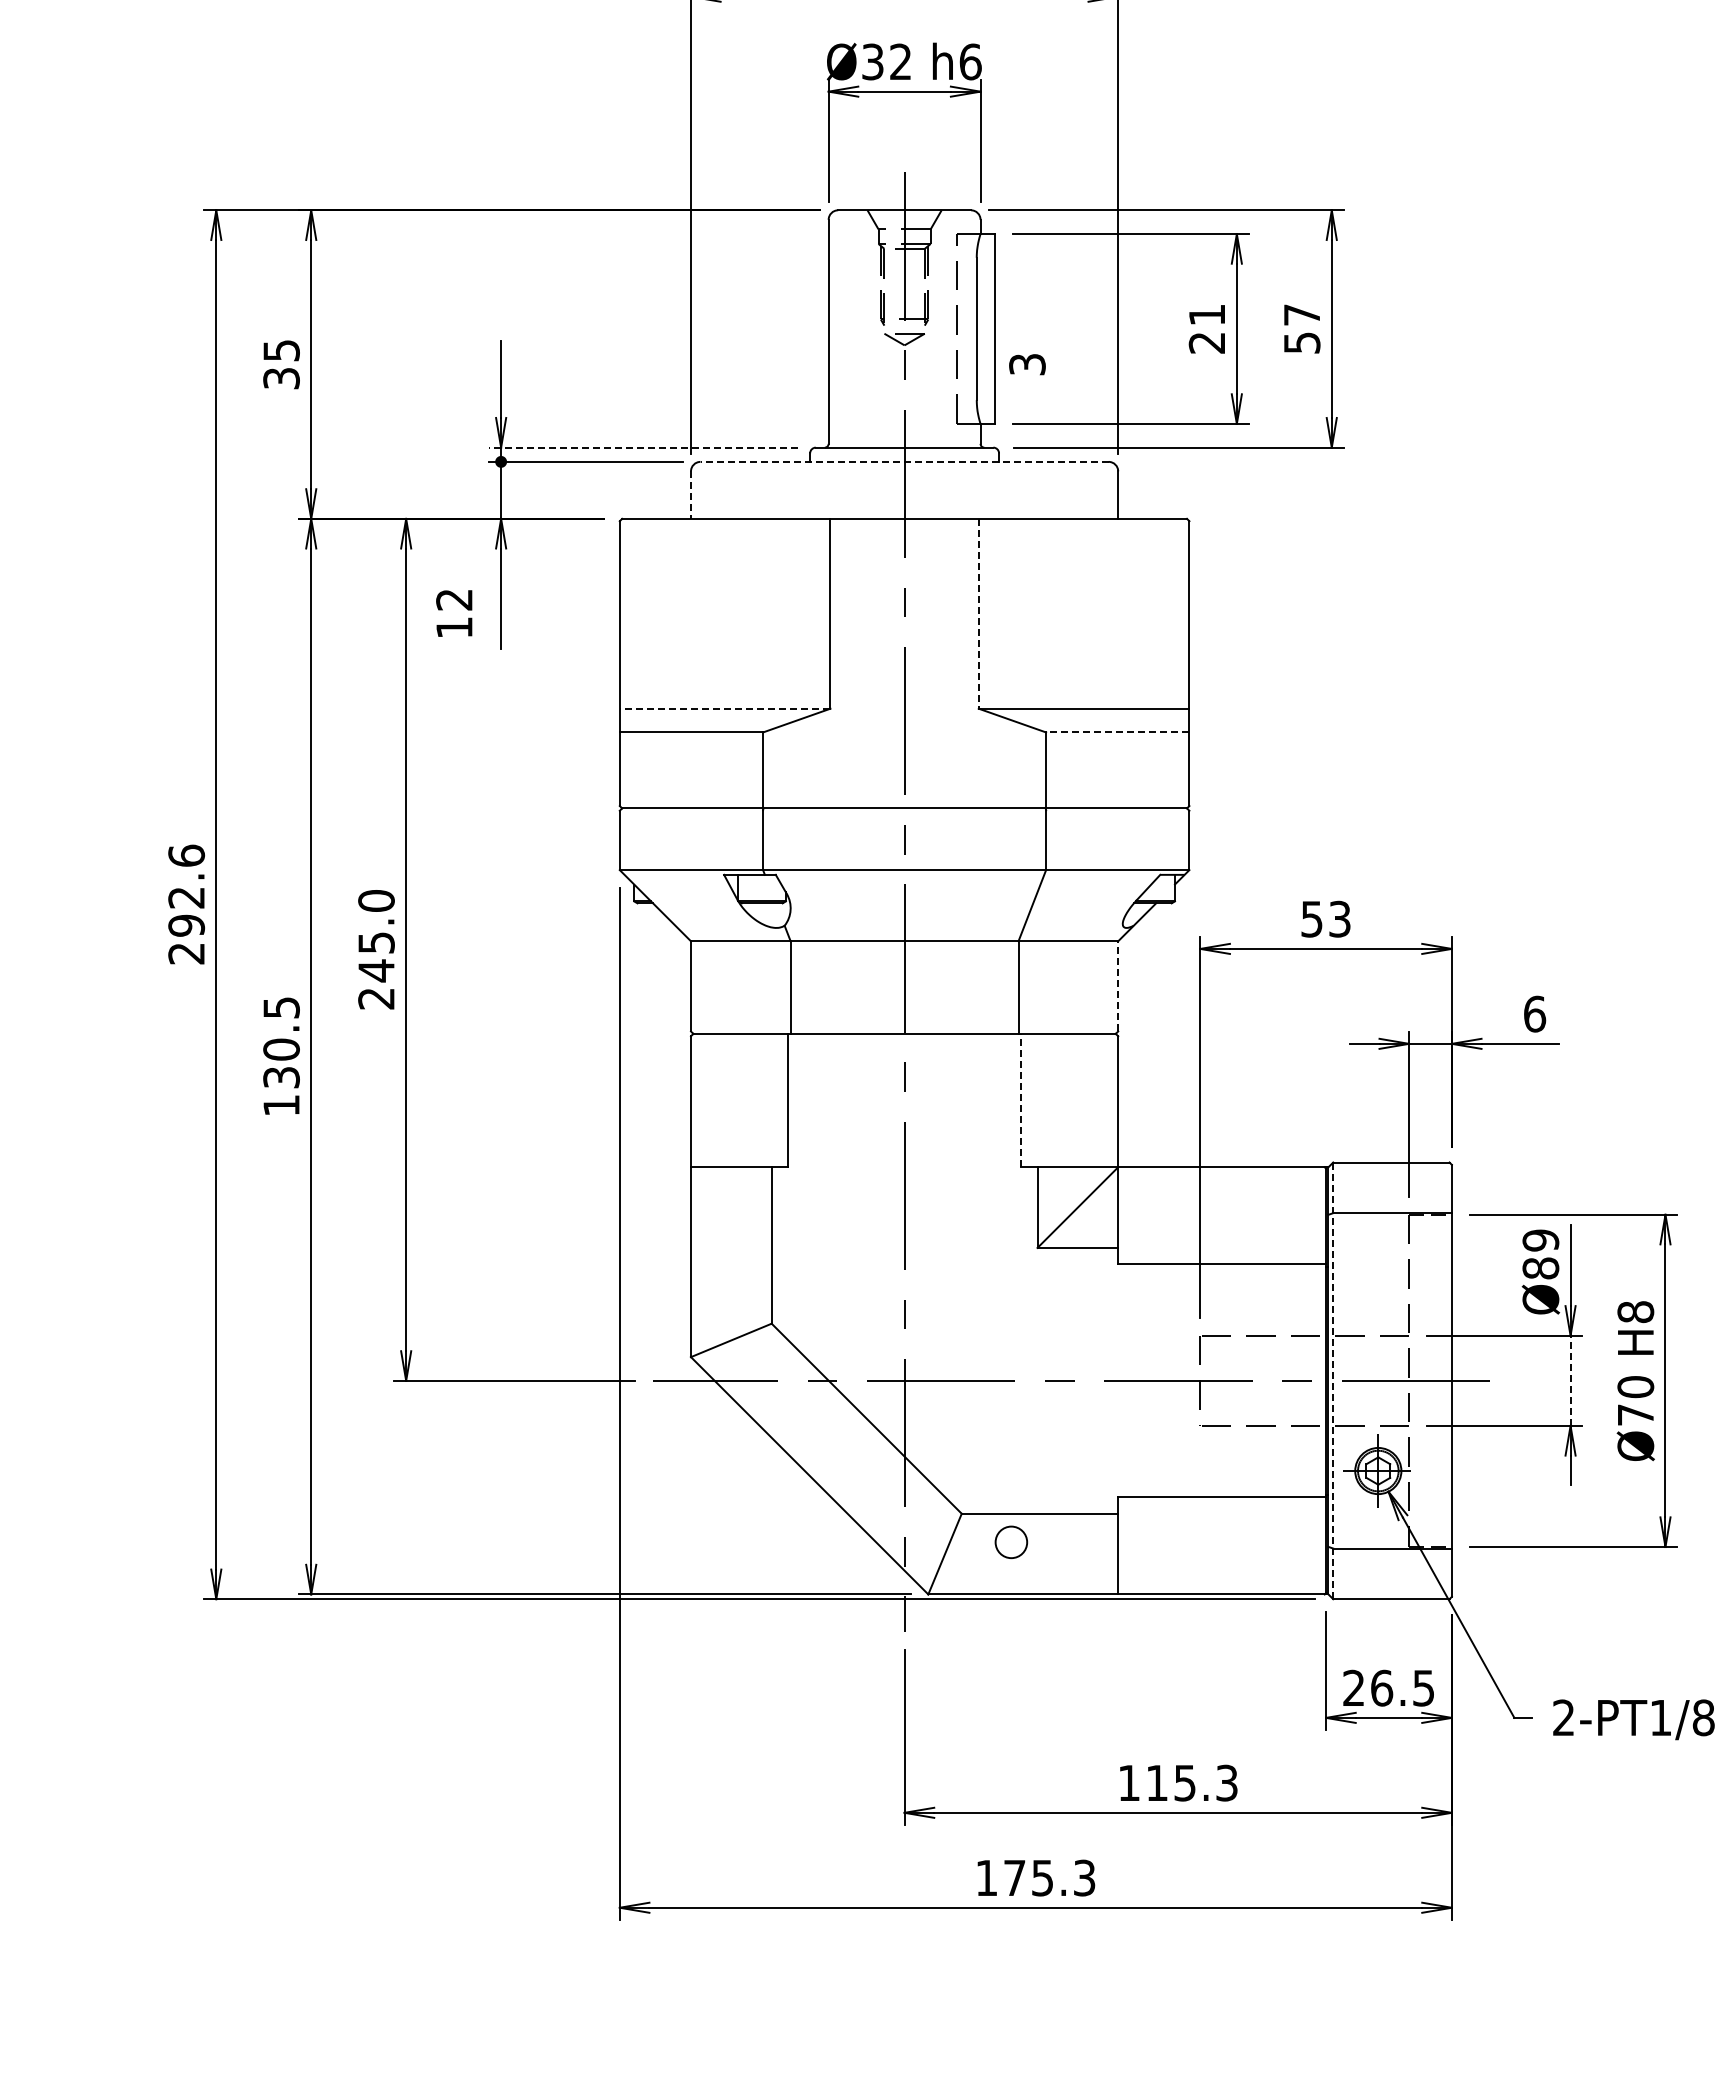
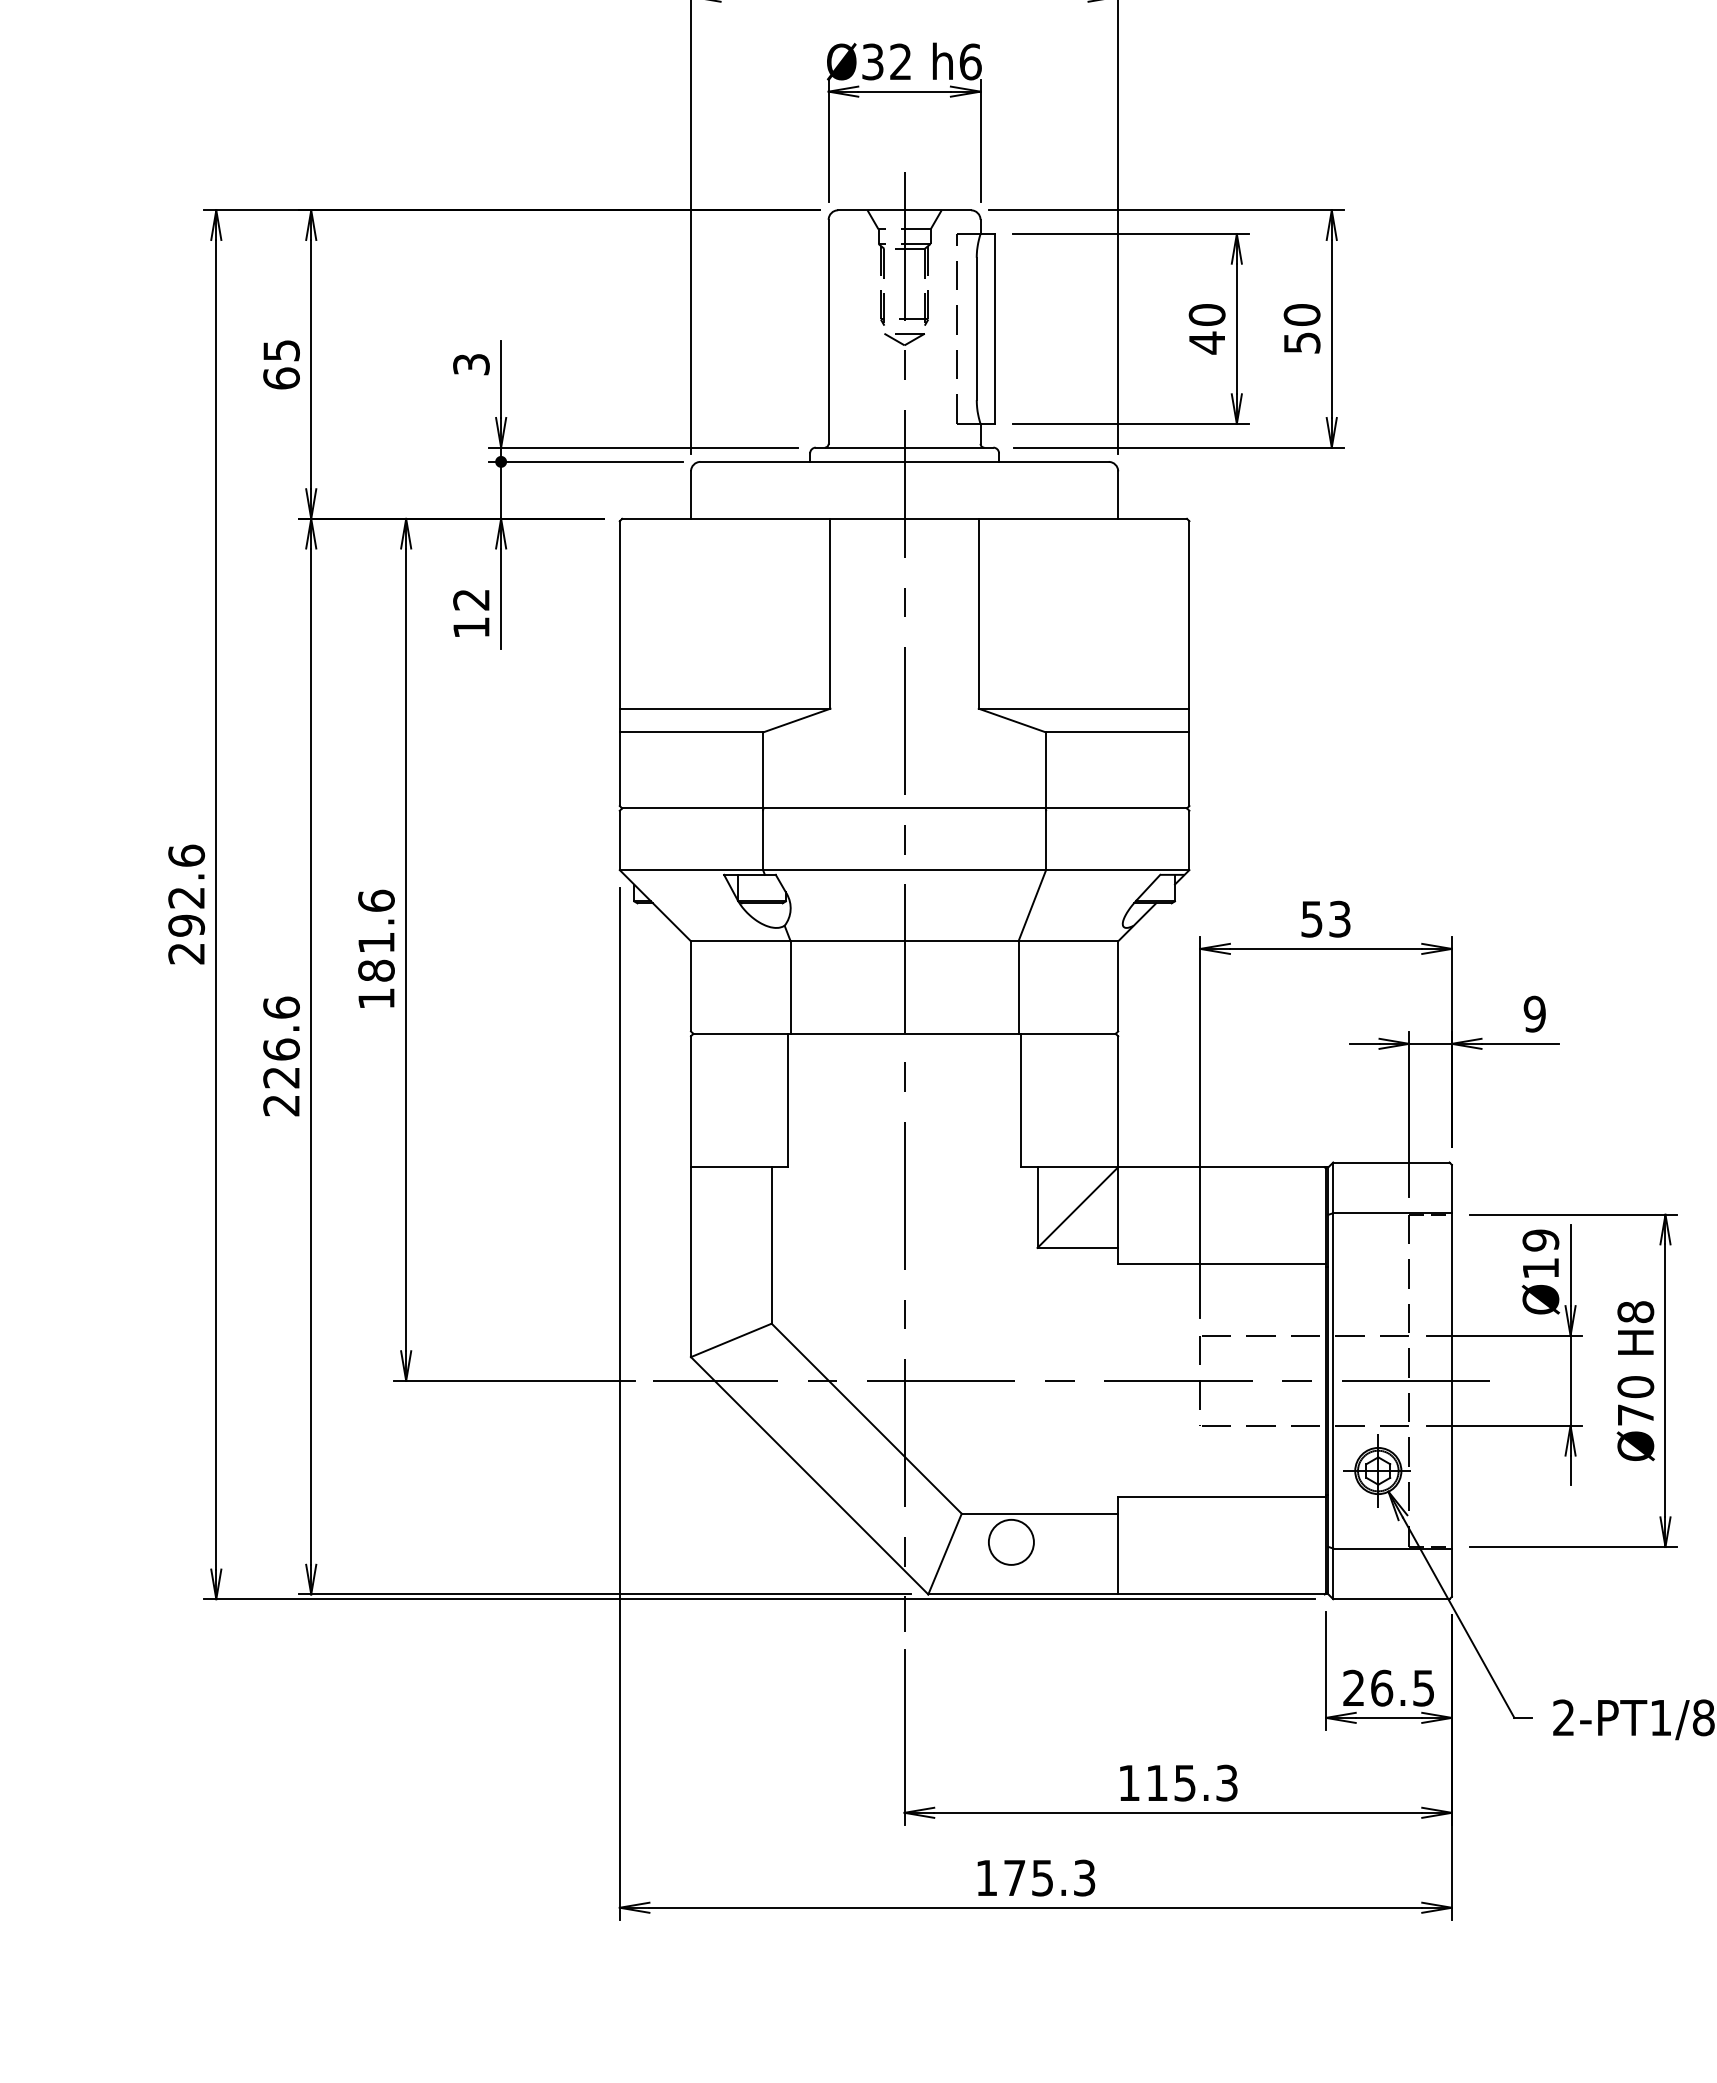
text at (1301, 314): 57 -> 50
text at (1206, 329): 21 -> 40
text at (1027, 364) position: (1027, 364) -> (471, 364)
text at (281, 378): 35 -> 65
line at (643, 447): dashed -> solid
line at (904, 461): dashed -> solid
line at (691, 495): dashed -> solid
text at (454, 613) position: (454, 613) -> (471, 613)
line at (978, 613): dashed -> solid
line at (724, 708): dashed -> solid
line at (1117, 732): dashed -> solid
text at (376, 949): 245.0 -> 181.6
line at (1118, 985): dashed -> solid
text at (1534, 1013): 6 -> 9
text at (281, 1056): 130.5 -> 226.6
line at (1021, 1100): dashed -> solid
text at (1540, 1268): Ø89 -> Ø19
line at (1570, 1380): dashed -> solid
line at (1333, 1381): dashed -> solid
circle at (1011, 1542) diameter: 32 px -> 45 px
